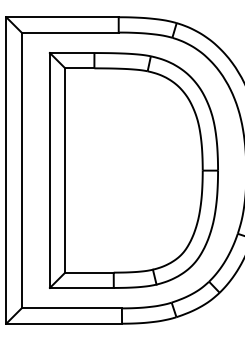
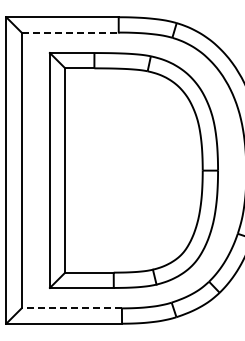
line at (70, 32): solid -> dashed
line at (71, 308): solid -> dashed
